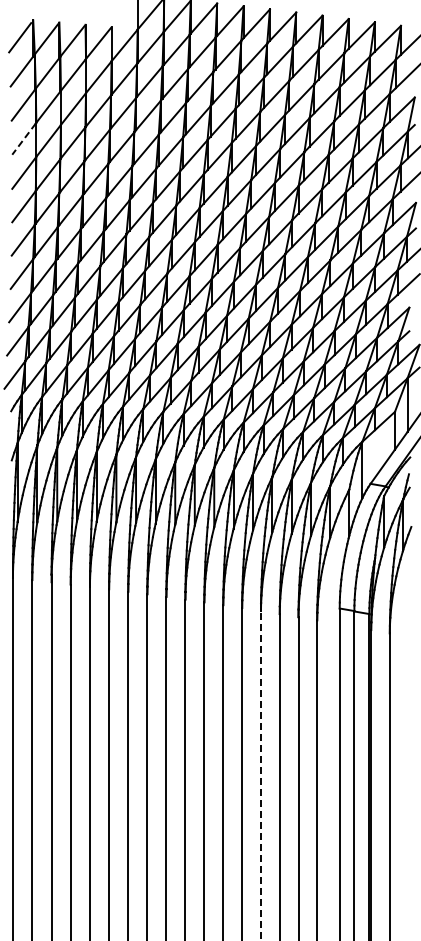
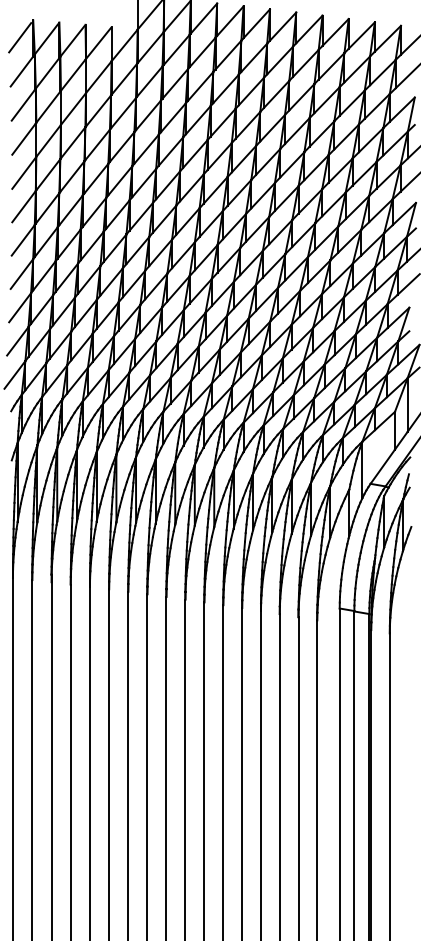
line at (24, 139): dashed -> solid
line at (260, 775): dashed -> solid
